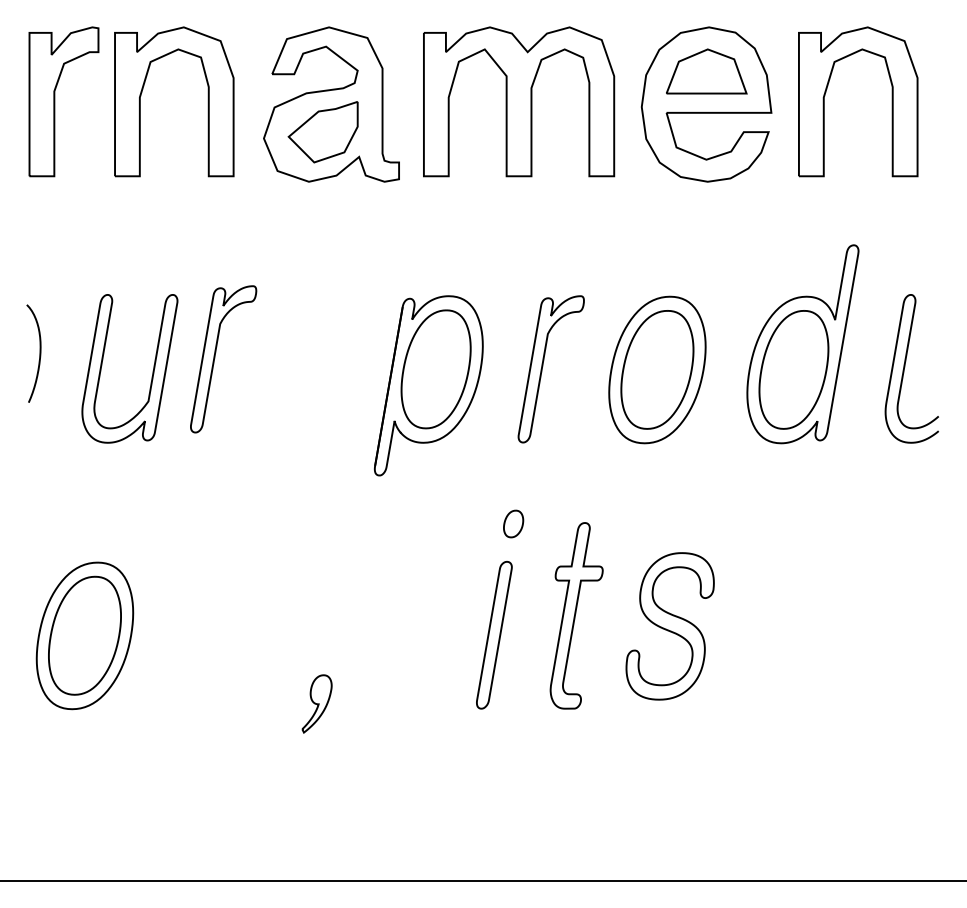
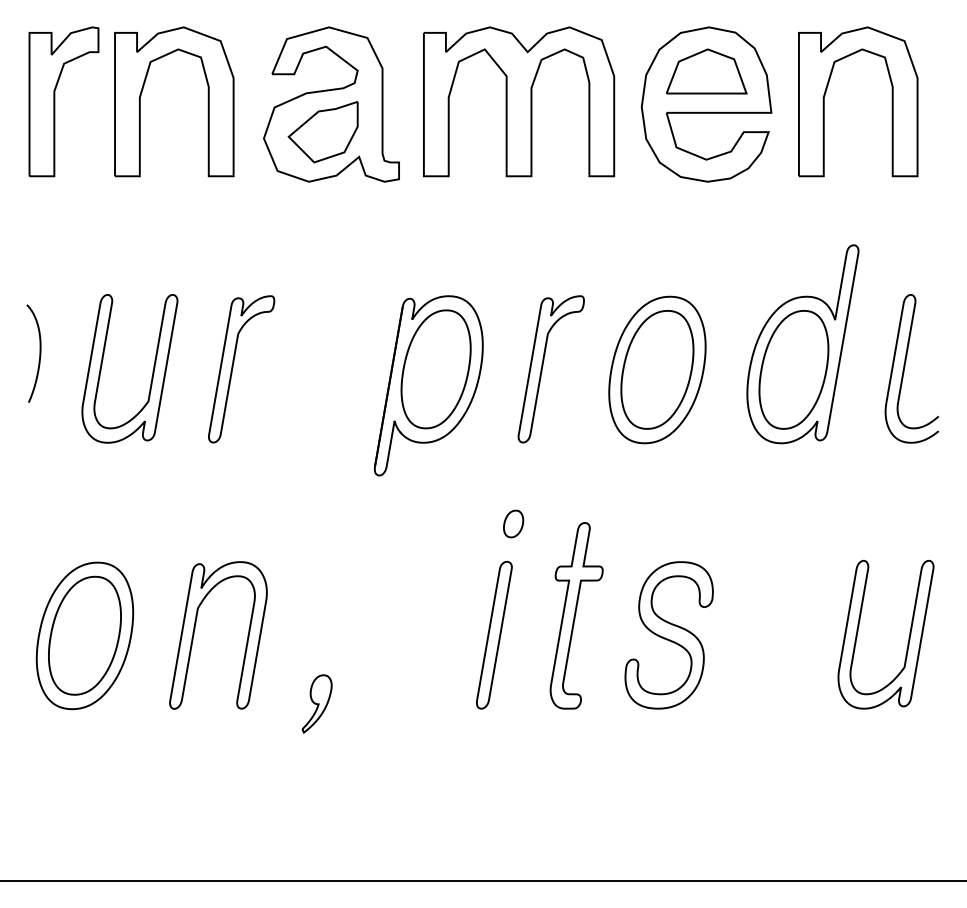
part at (215, 358) position: (215, 358) -> (233, 368)
part at (669, 626) position: (669, 626) -> (668, 635)
part at (195, 629): none -> present
part at (908, 637): none -> present
